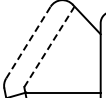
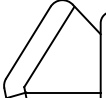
line at (28, 42): dashed -> solid
line at (49, 46): dashed -> solid
